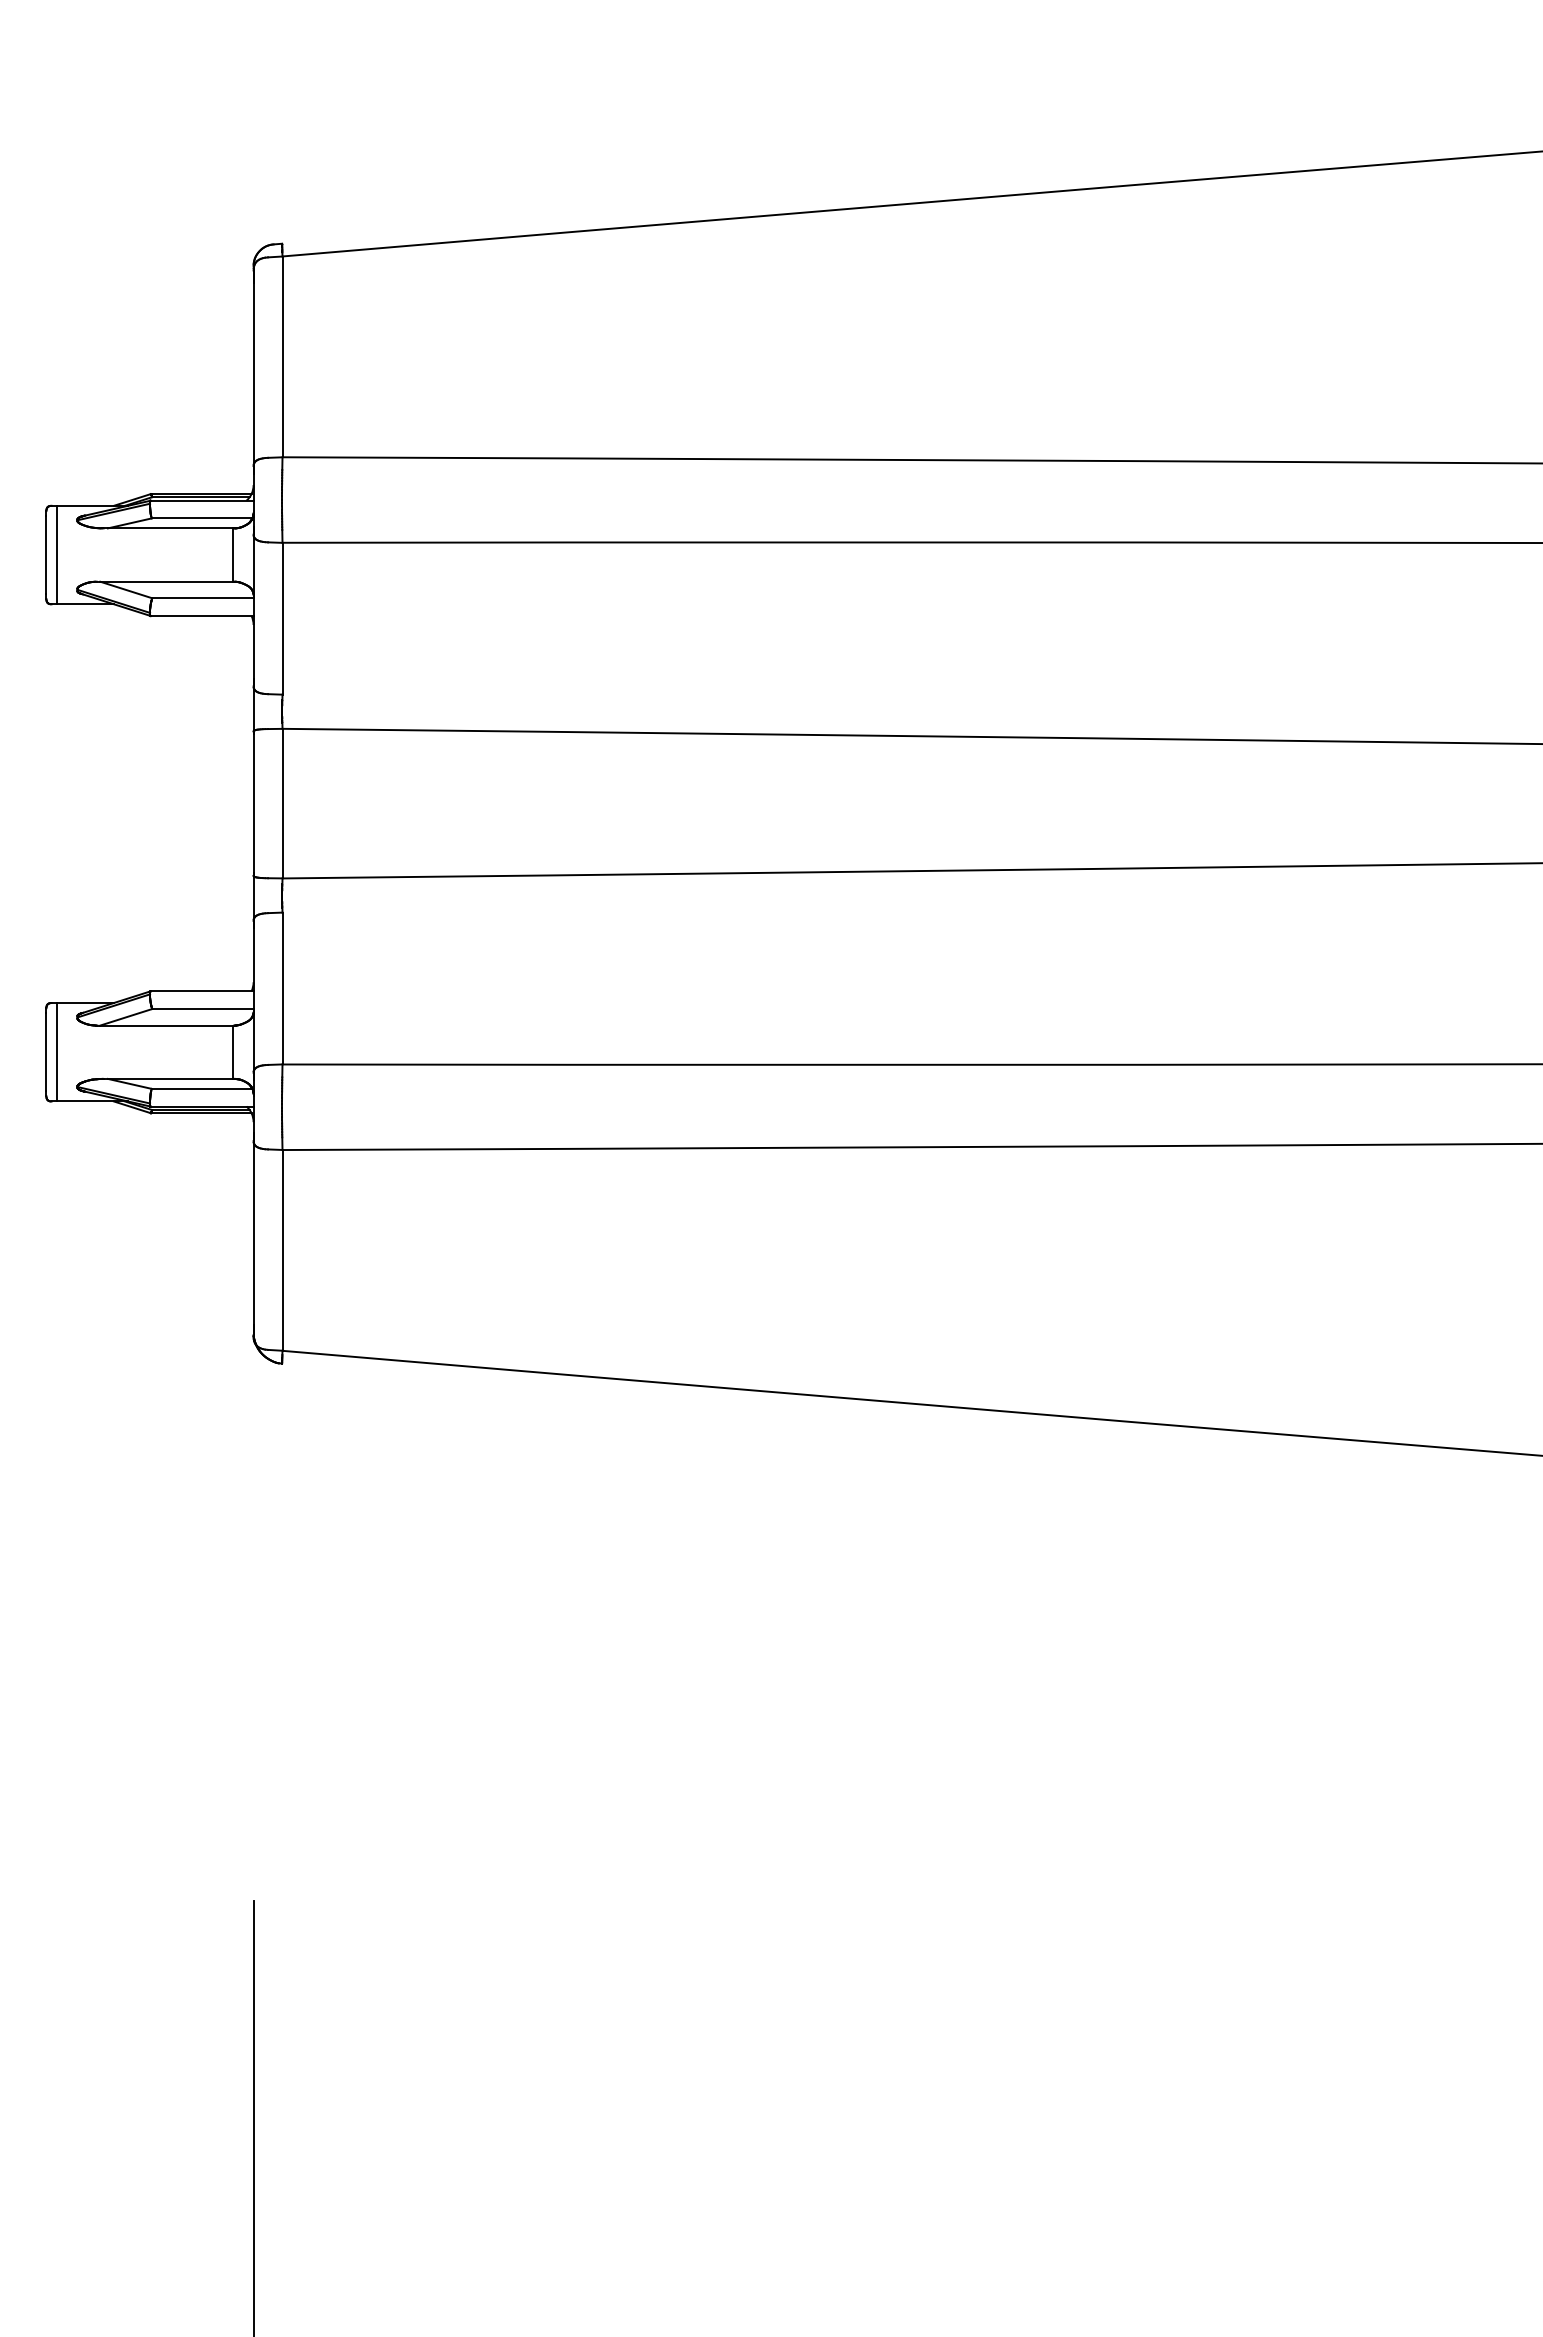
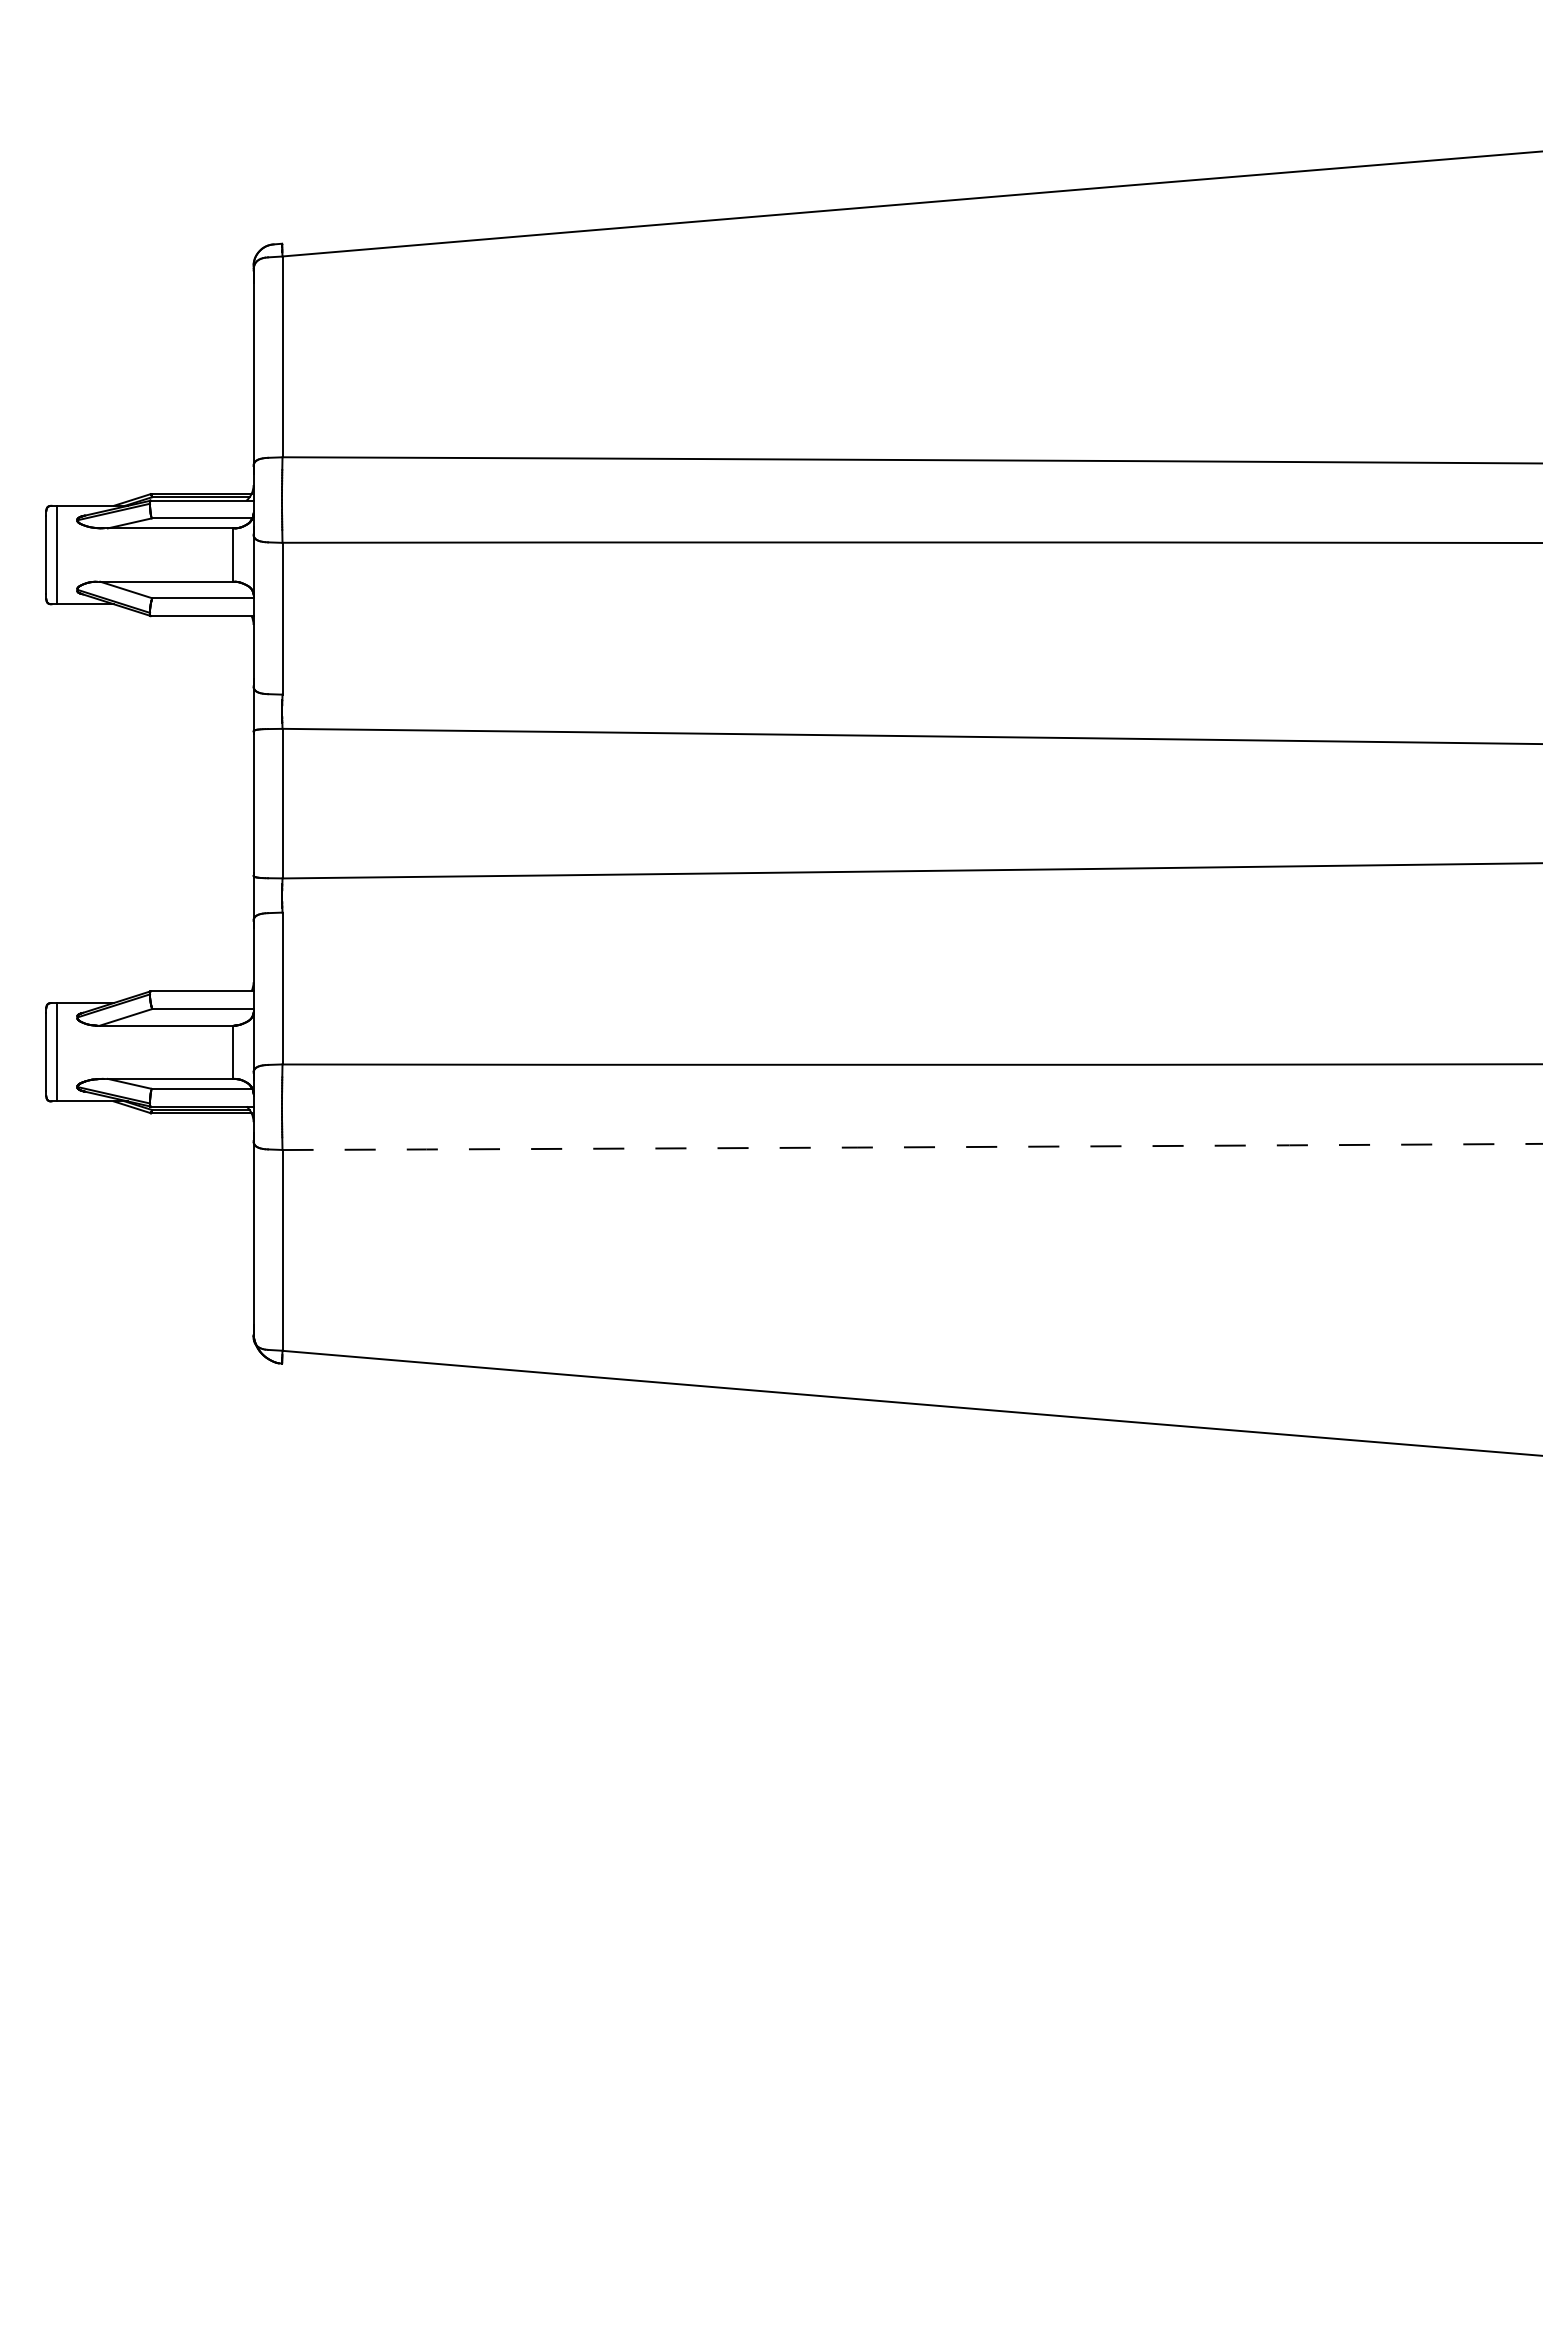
arc at (912, 1147): solid -> dashed
line at (253, 2117): present -> none
